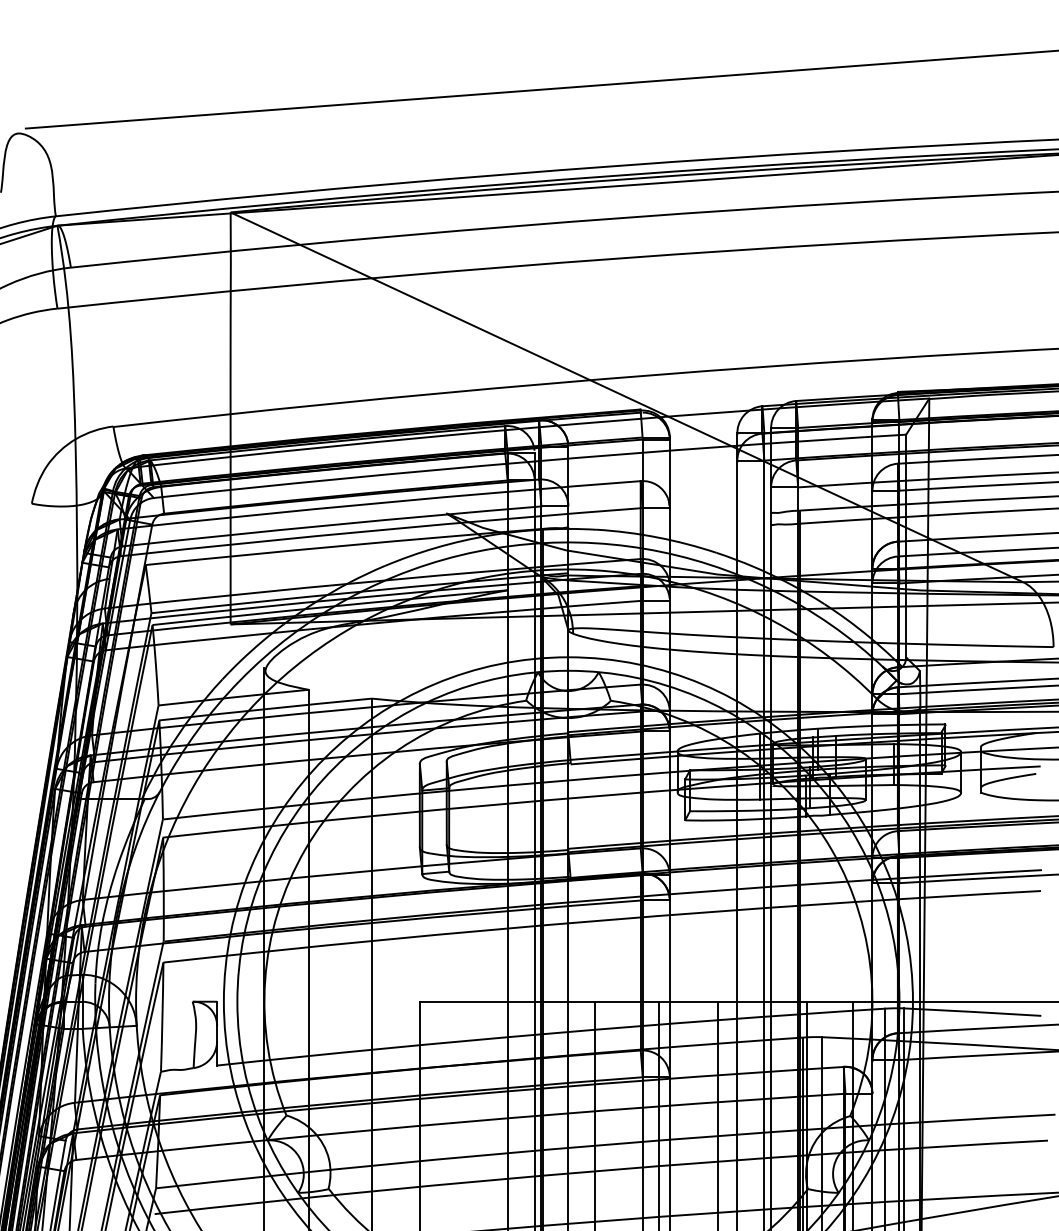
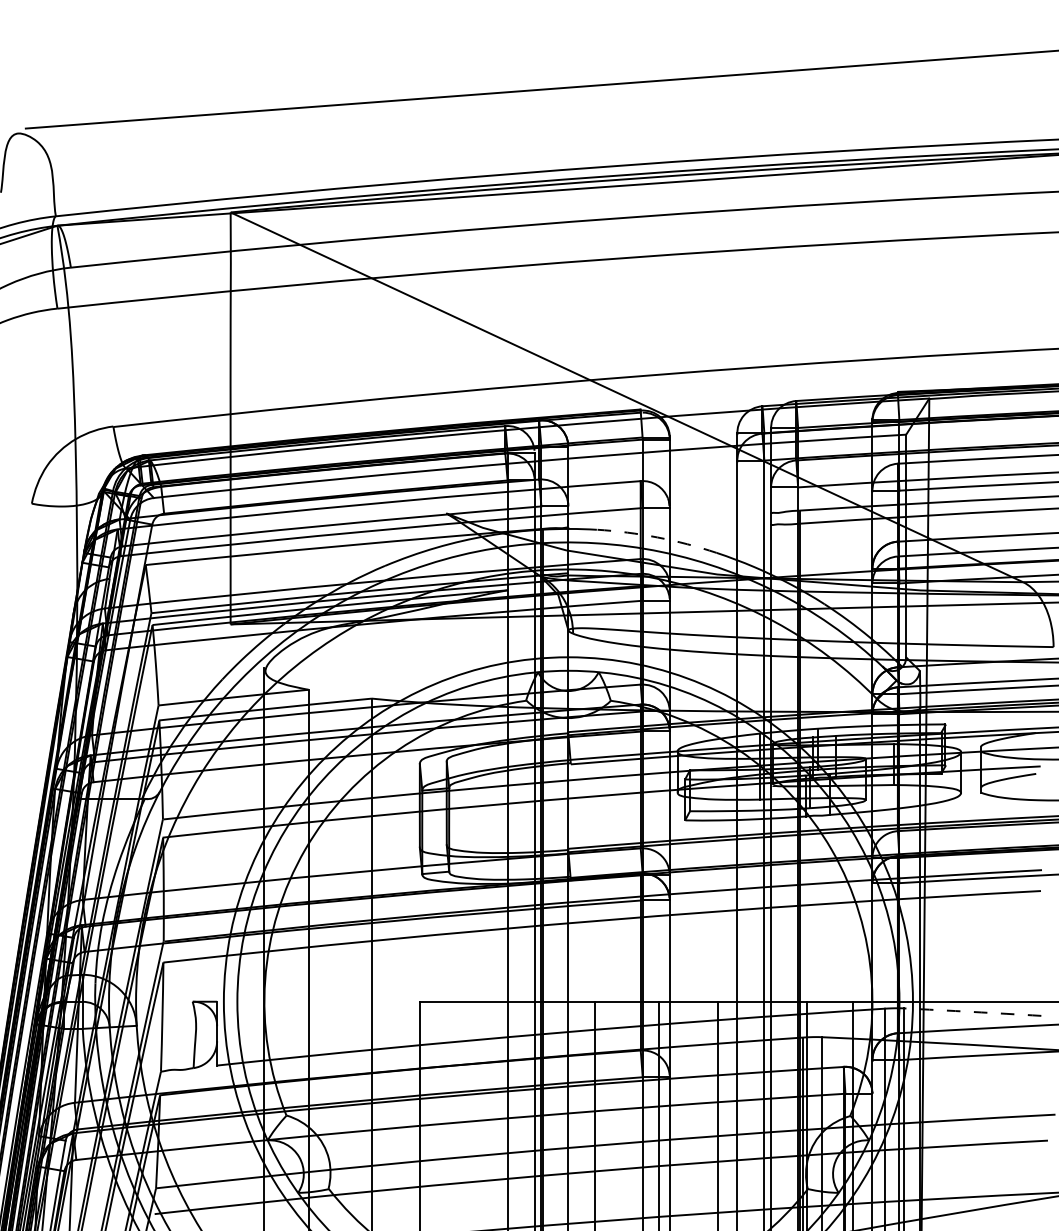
arc at (657, 537): solid -> dashed
arc at (972, 1011): solid -> dashed
